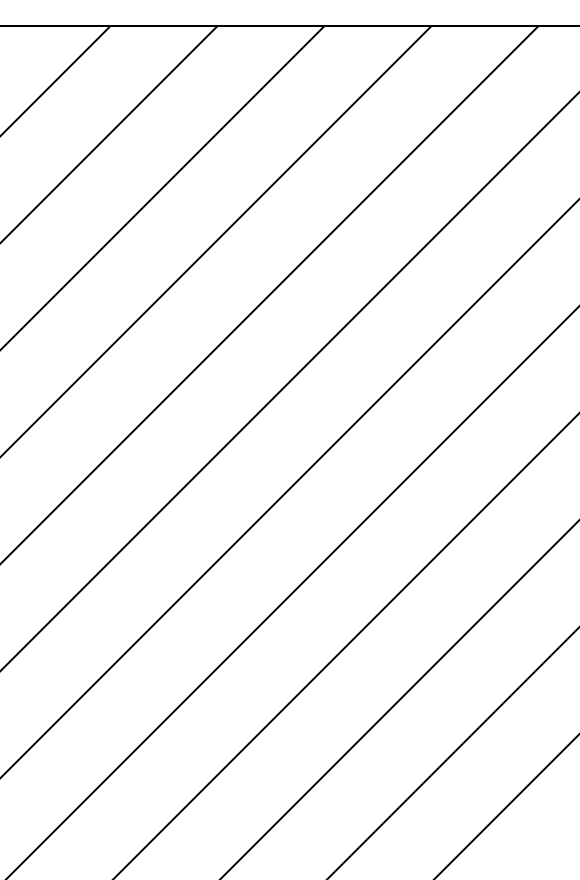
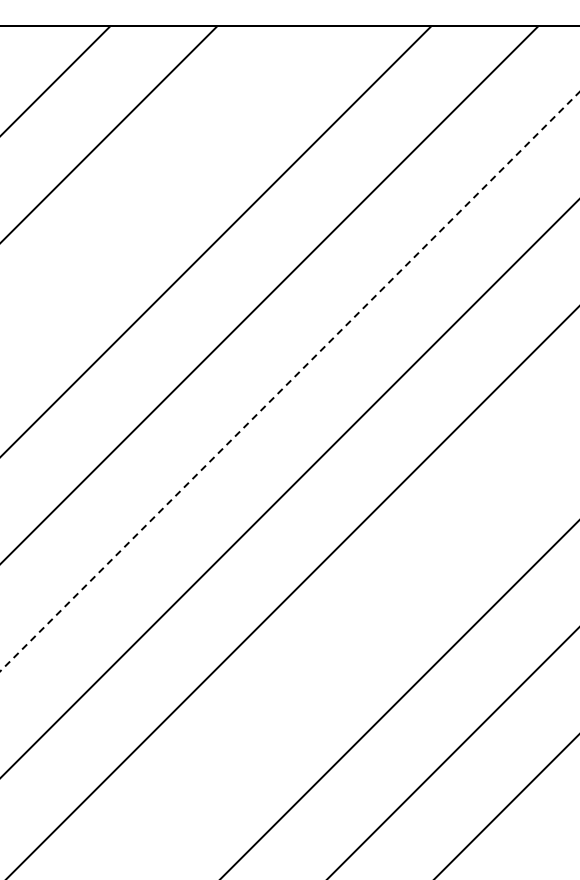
line at (163, 187): present -> none
line at (290, 381): solid -> dashed
line at (346, 645): present -> none
